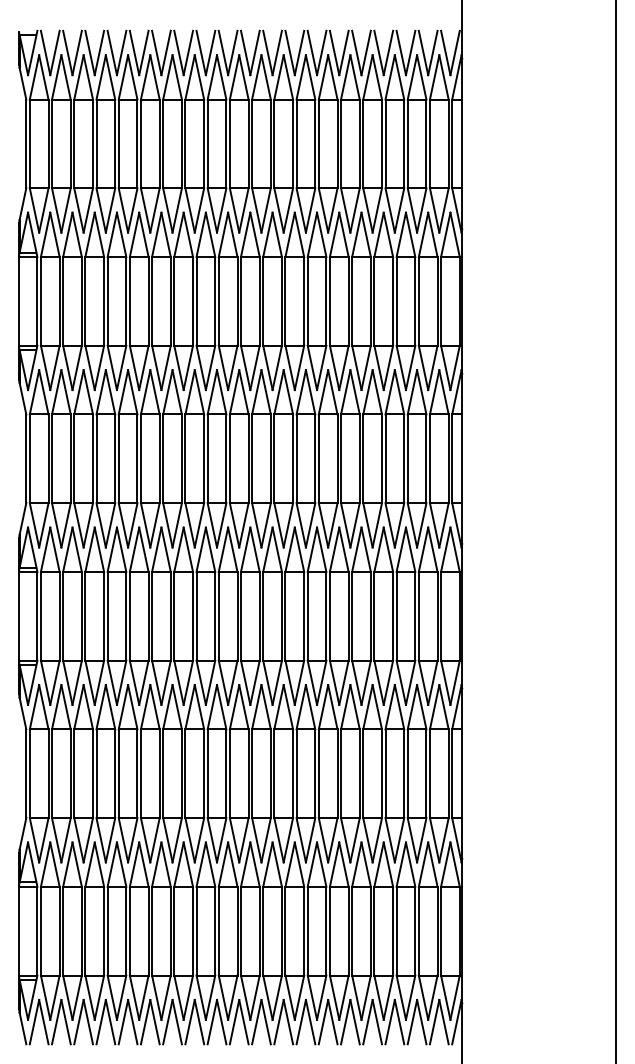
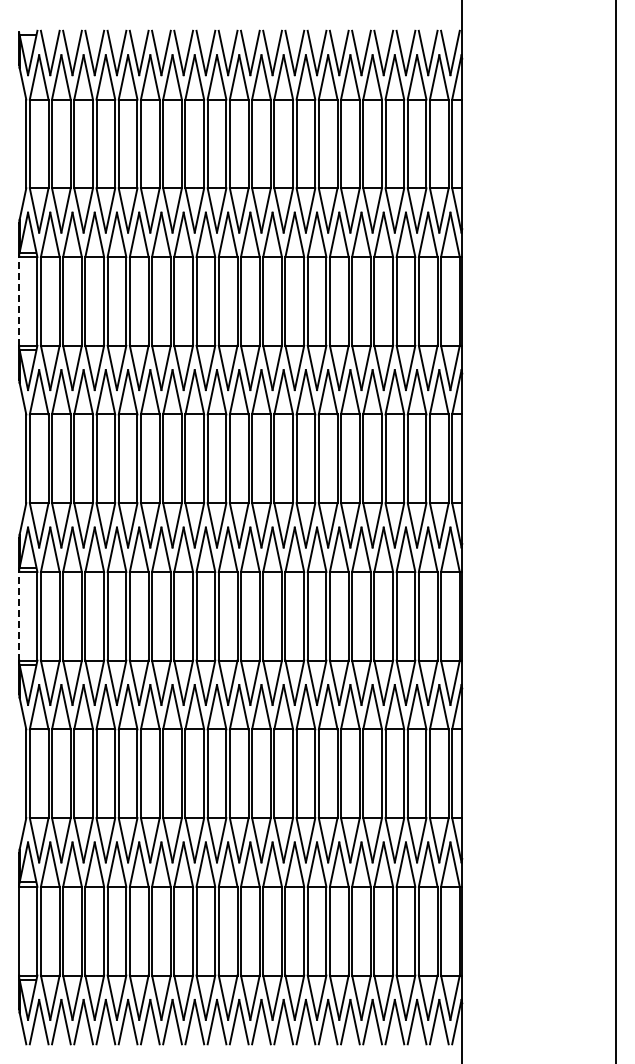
line at (19, 300): solid -> dashed
line at (19, 615): solid -> dashed
